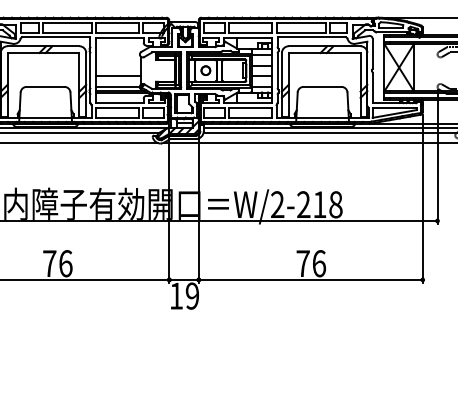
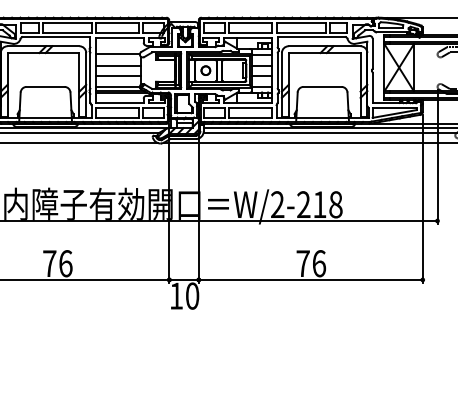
line at (117, 54): none -> present
line at (118, 65): none -> present
text at (192, 295): 19 -> 10
